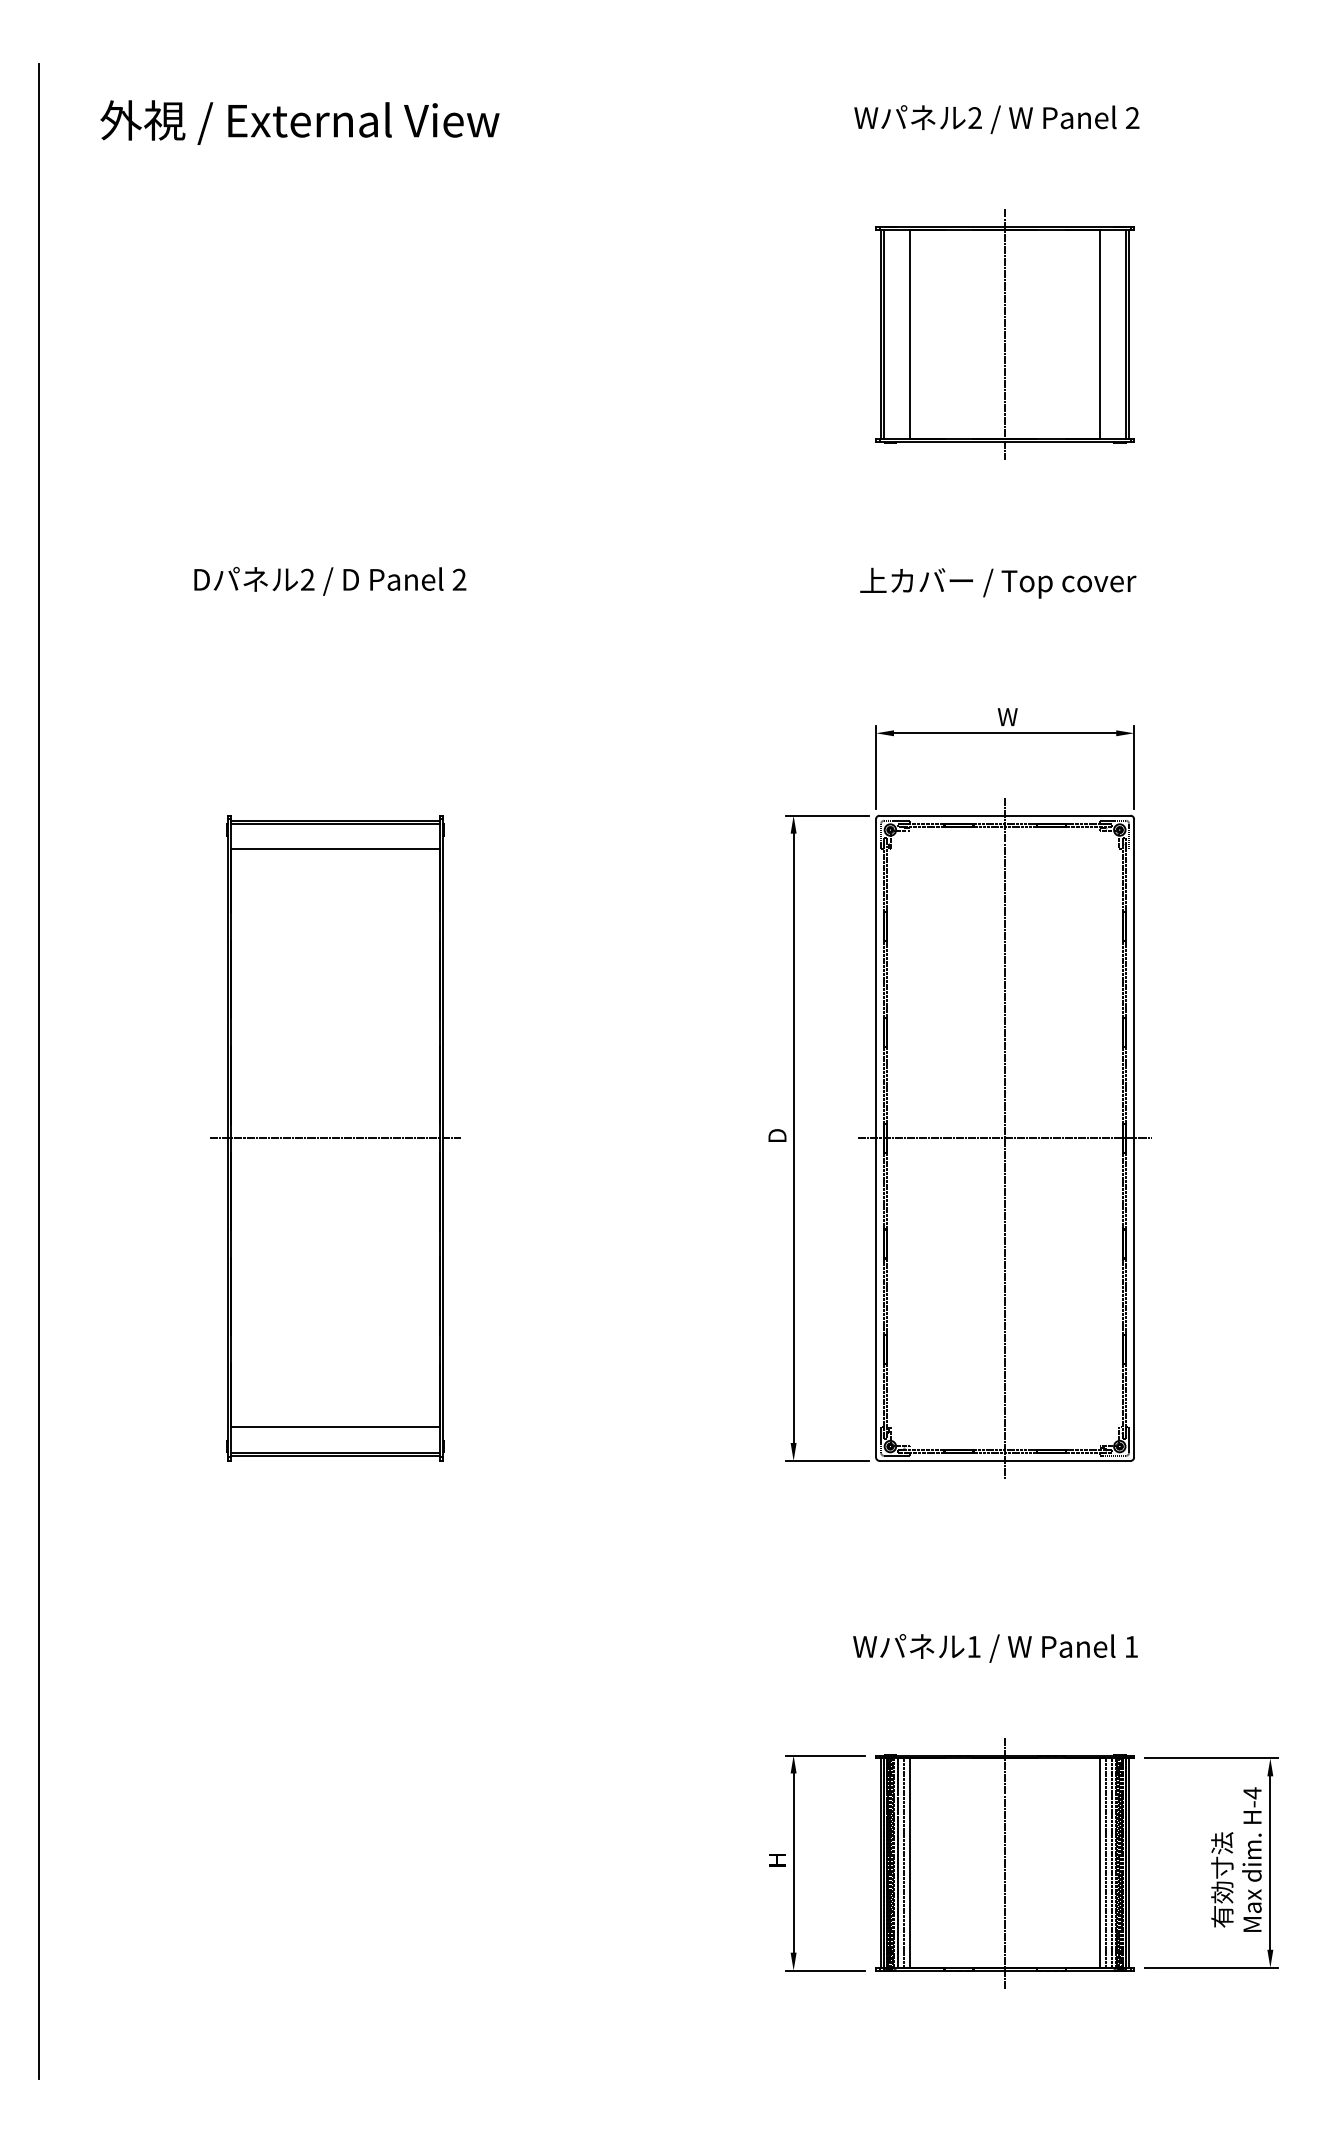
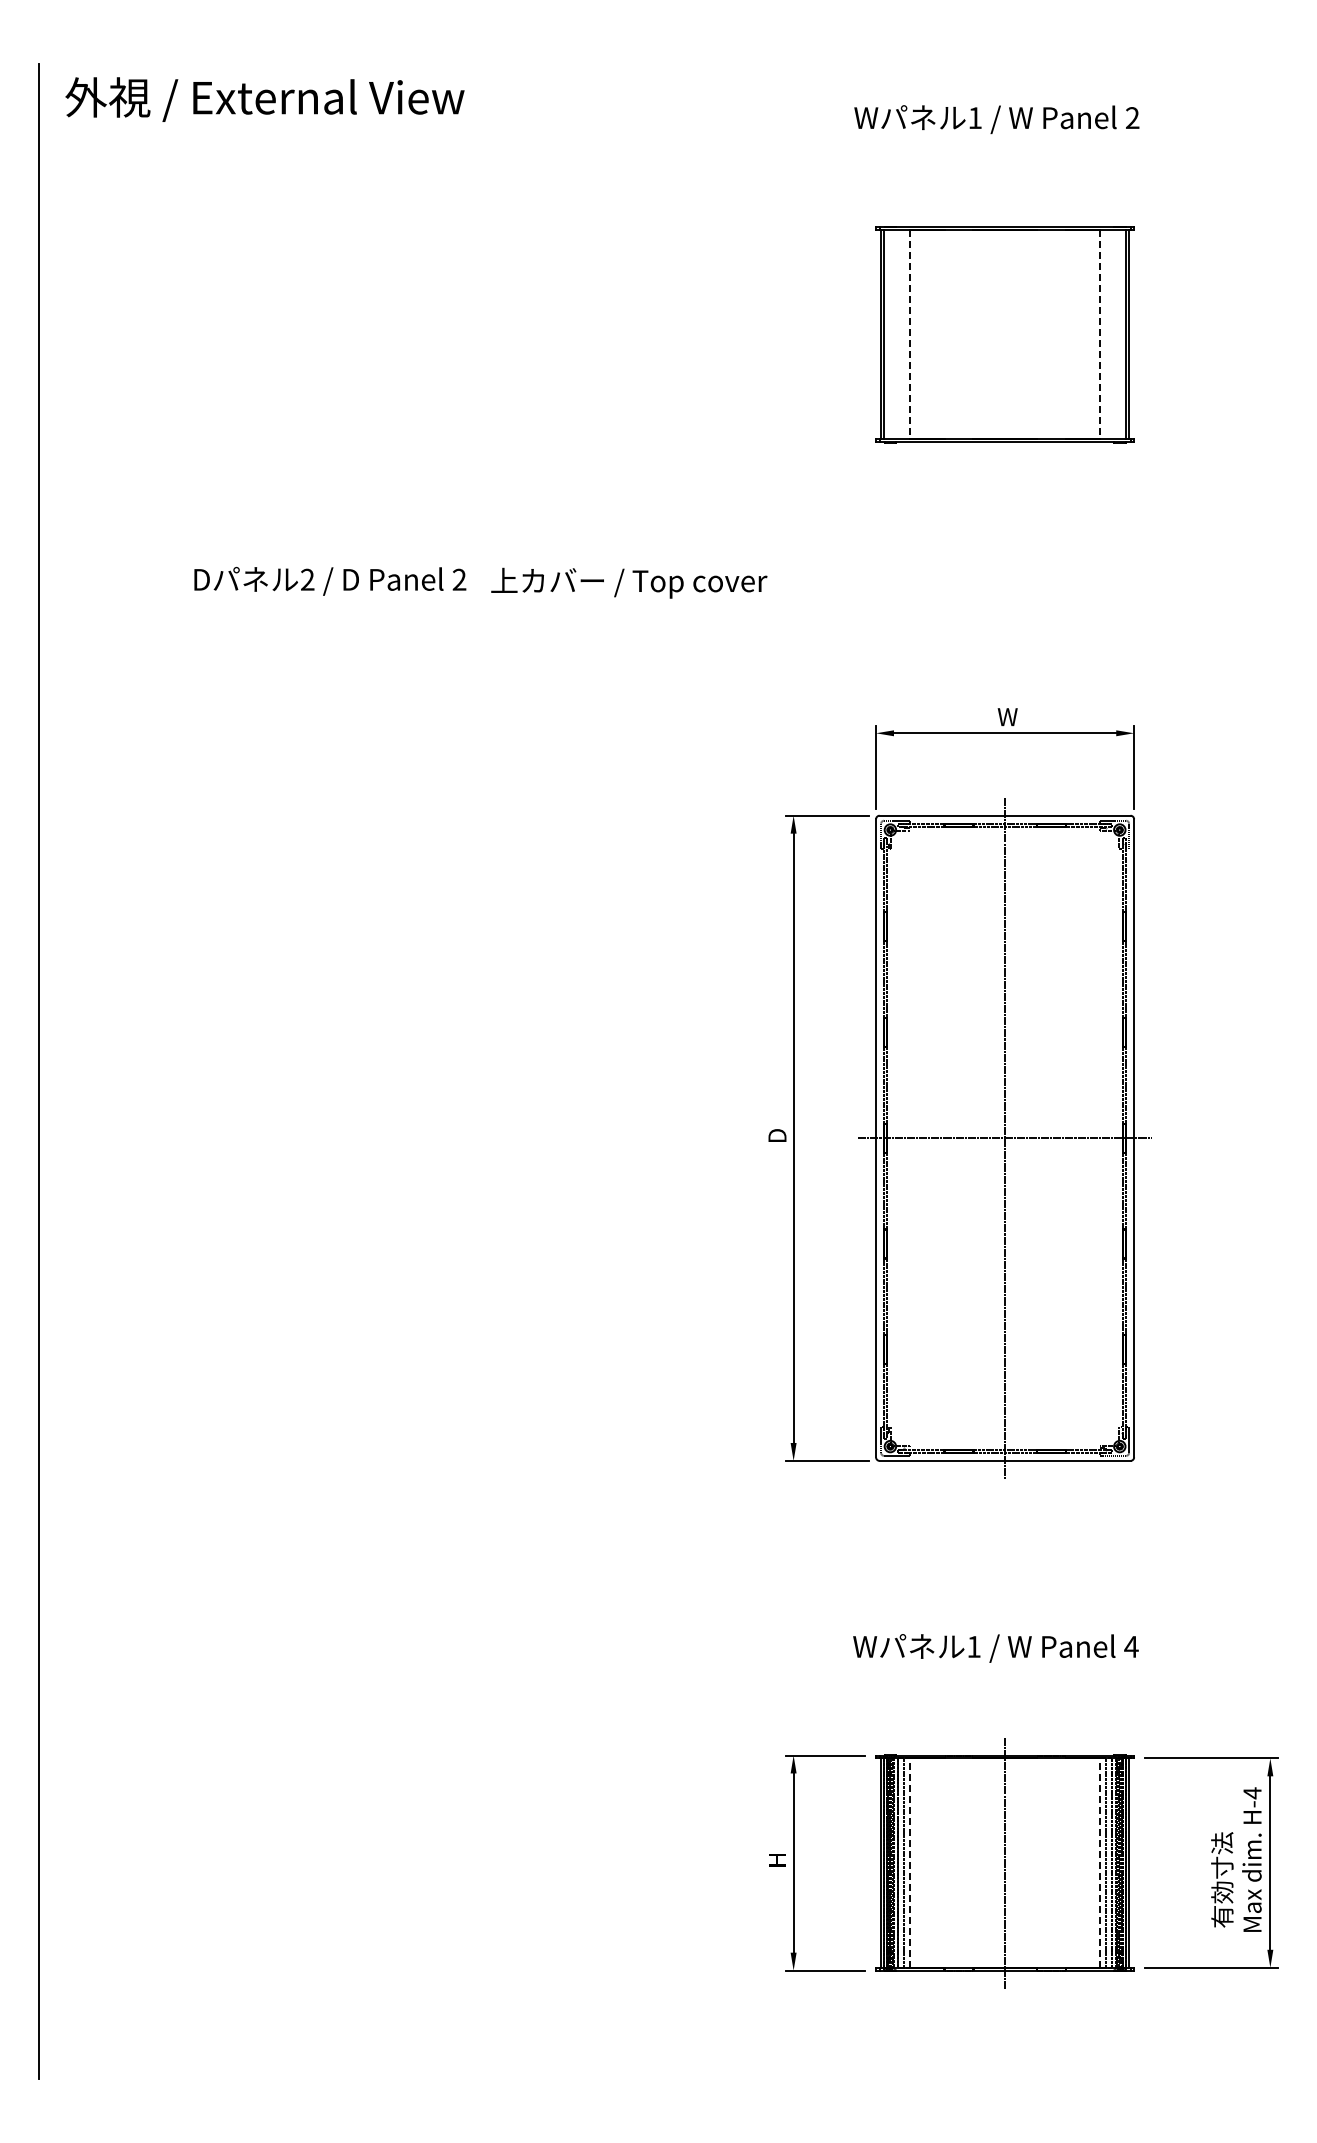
text at (974, 117): 2 -> 1
text at (299, 122) position: (299, 122) -> (264, 99)
line at (909, 334): solid -> dashed
line at (1005, 334): present -> none
line at (1100, 334): solid -> dashed
text at (998, 582) position: (998, 582) -> (629, 582)
part at (335, 1138): present -> none
text at (1131, 1646): 1 -> 4
line at (909, 1863): solid -> dashed
line at (1100, 1863): solid -> dashed
